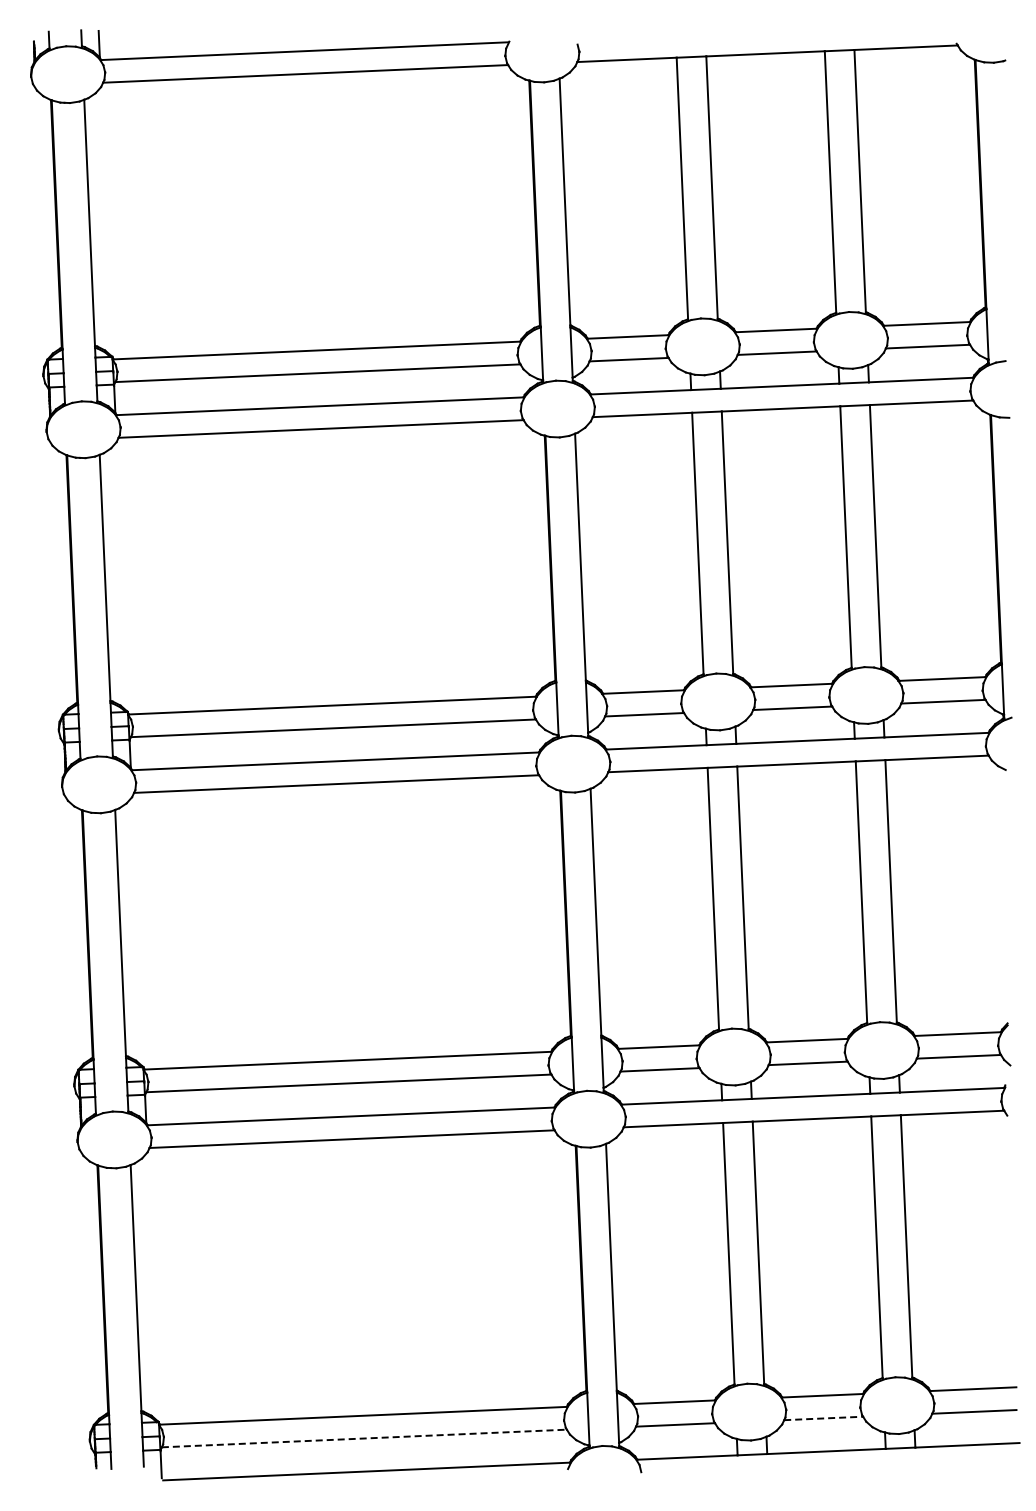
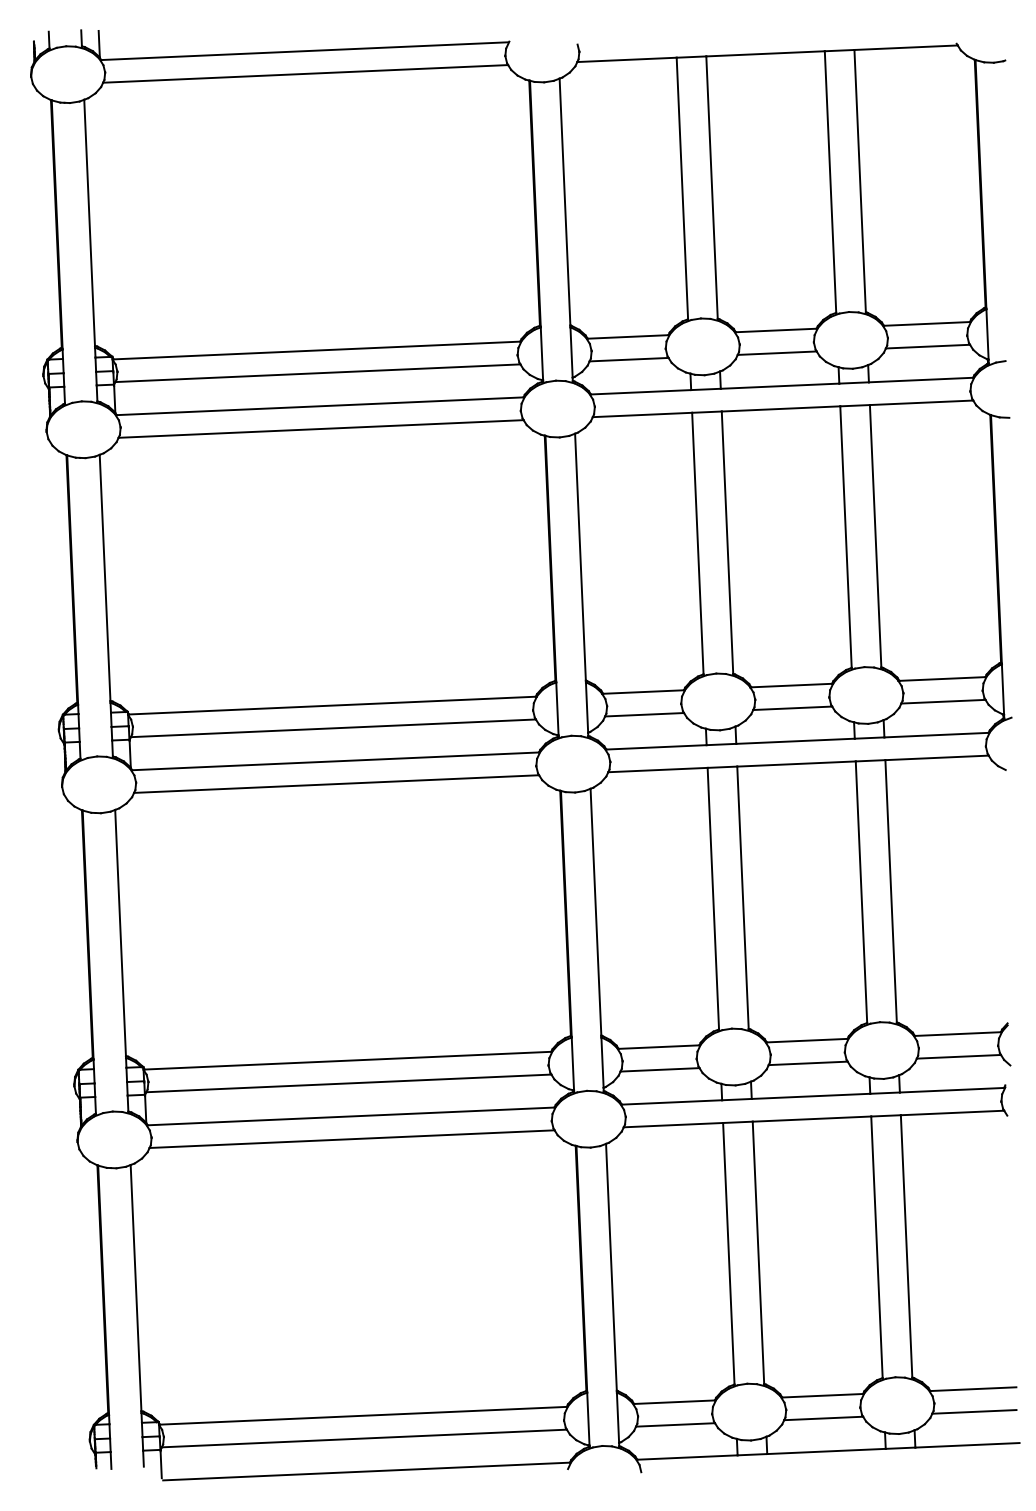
line at (823, 1418): dashed -> solid
line at (364, 1438): dashed -> solid
